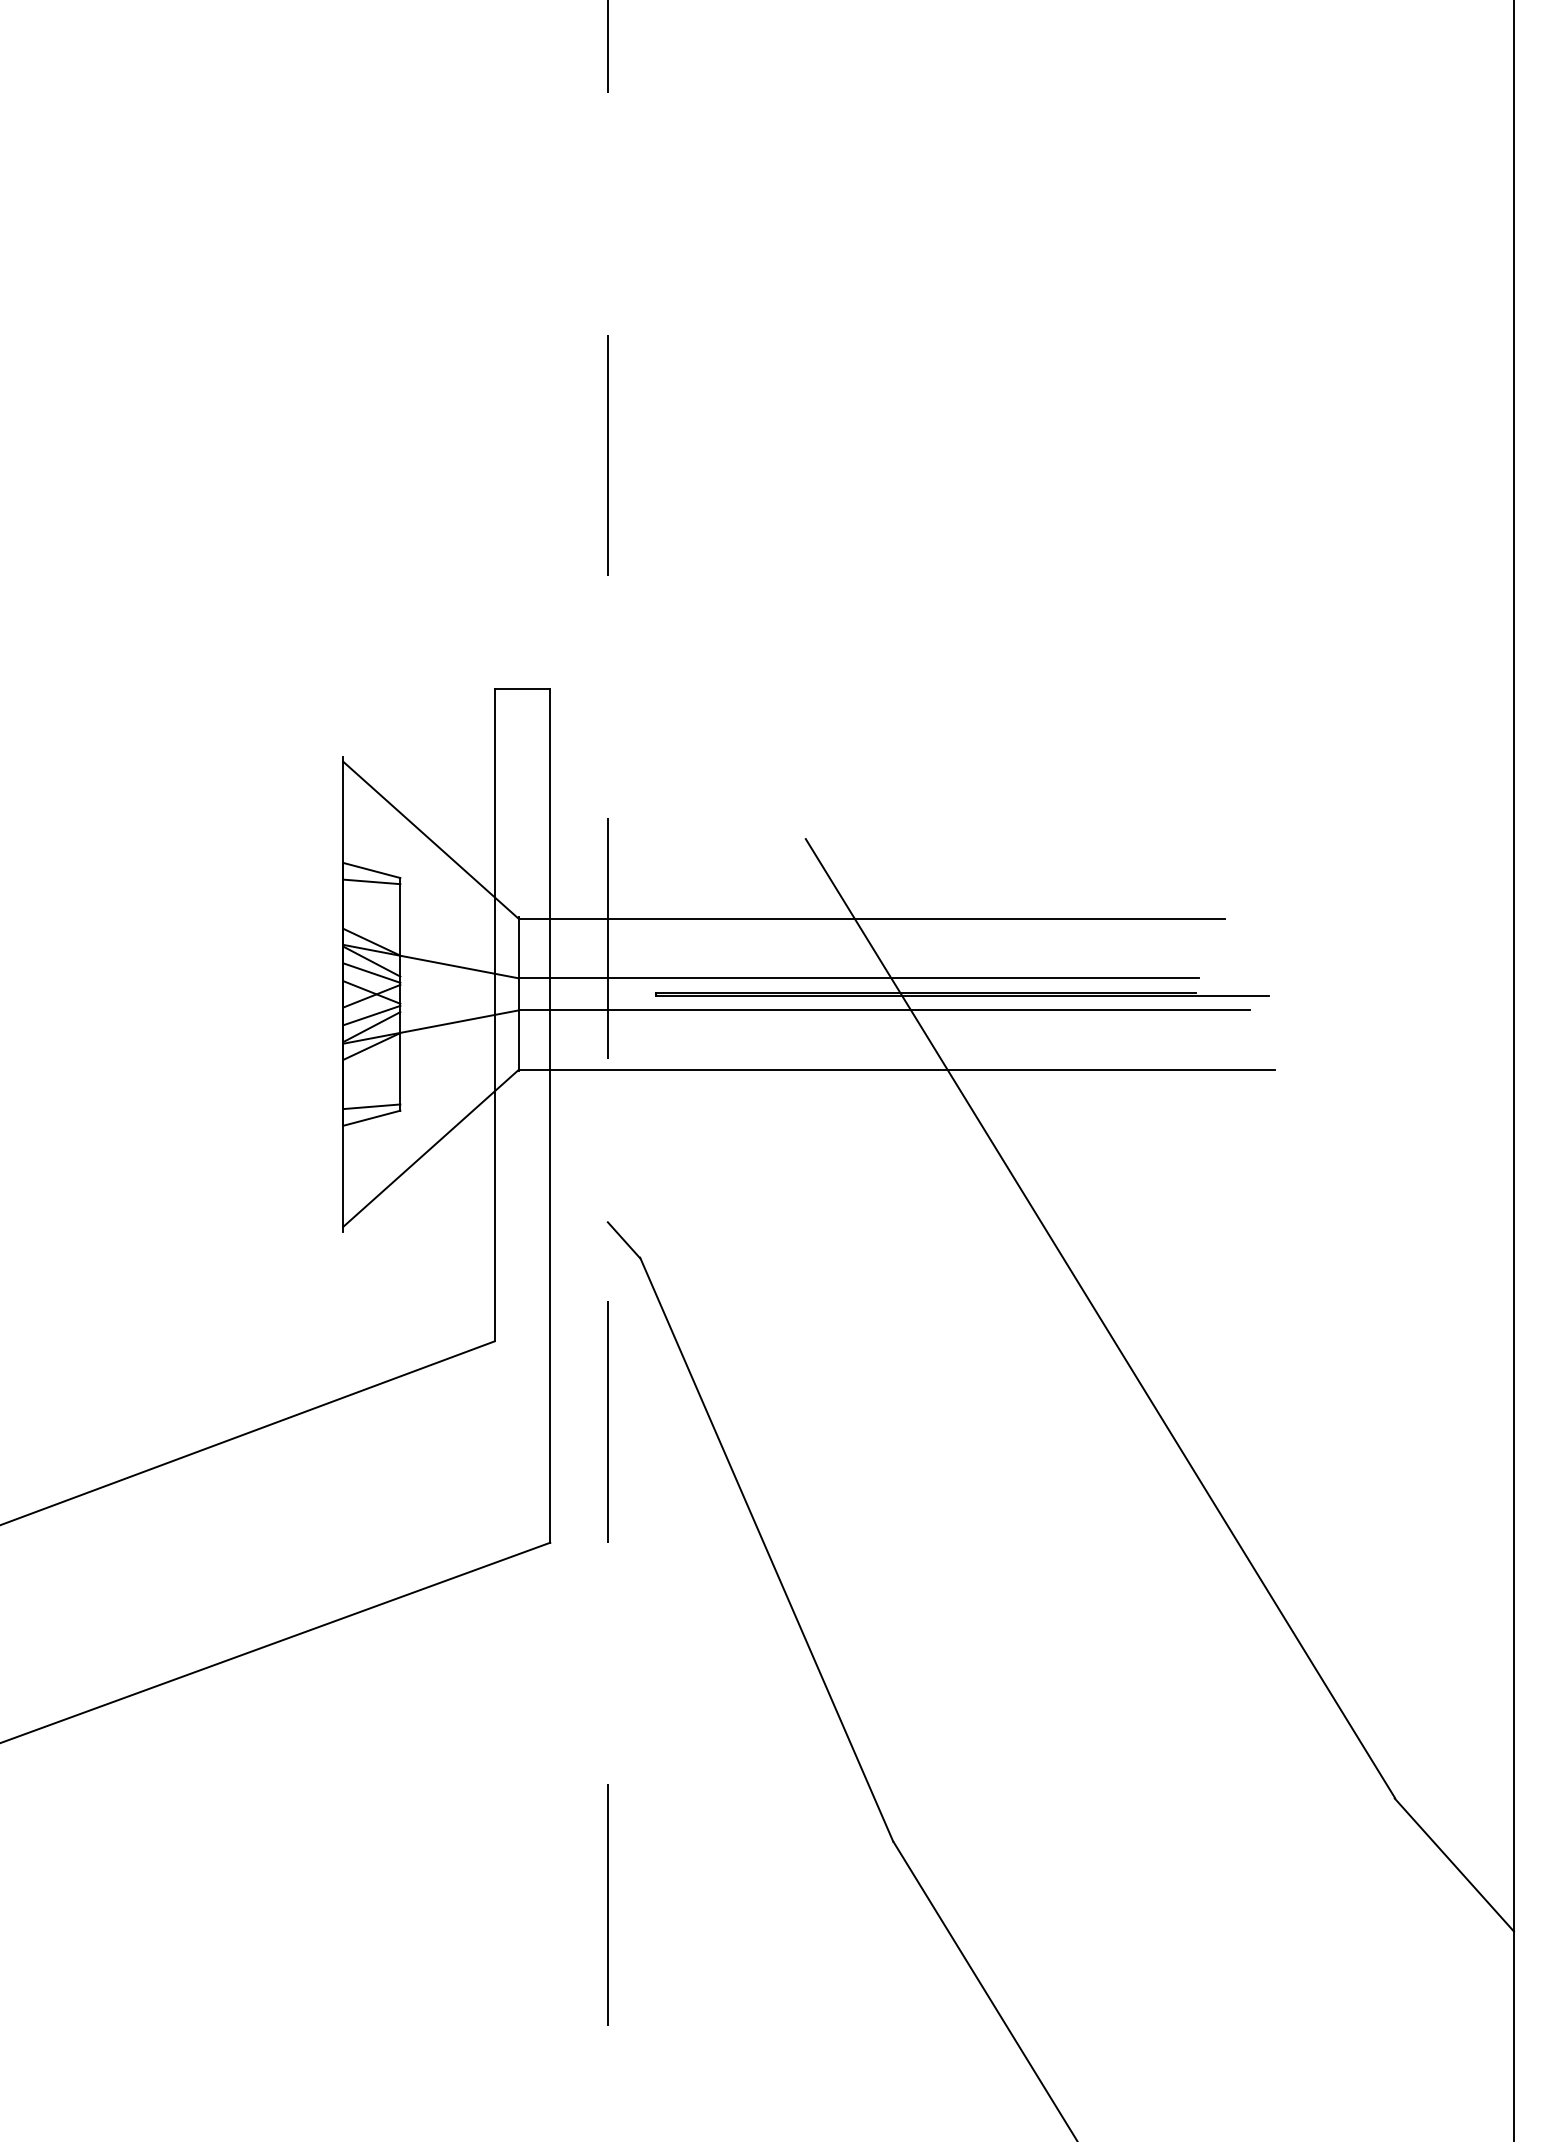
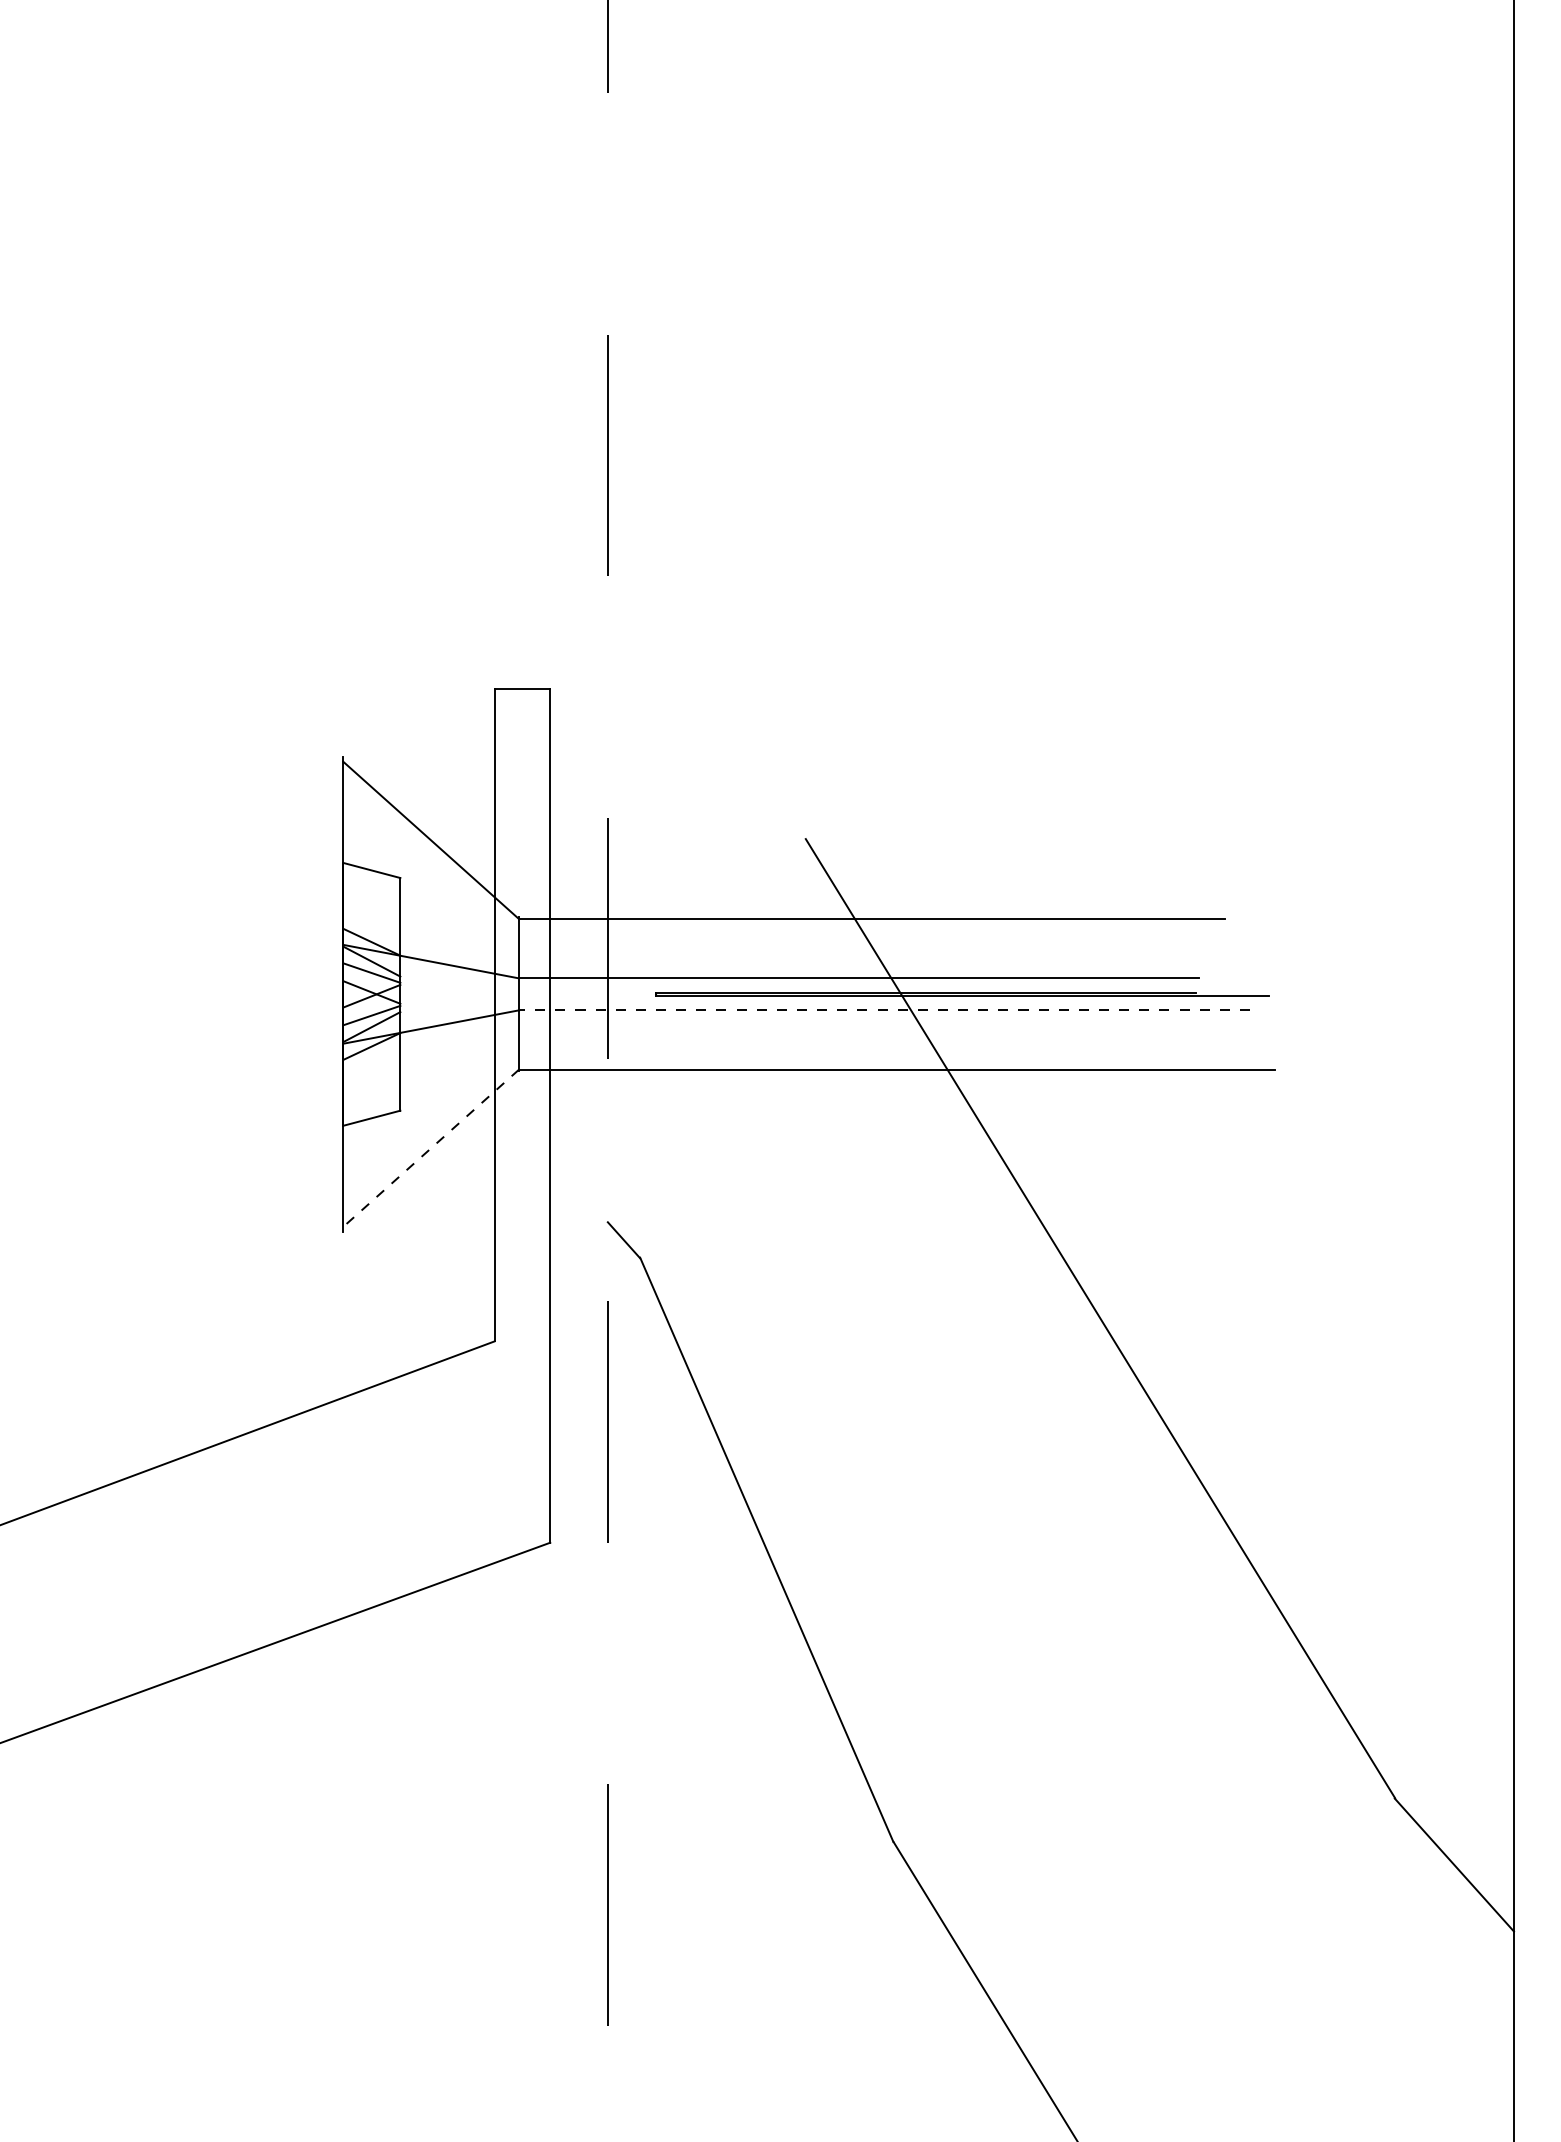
line at (371, 881): present -> none
line at (884, 1010): solid -> dashed
line at (371, 1106): present -> none
line at (430, 1148): solid -> dashed
